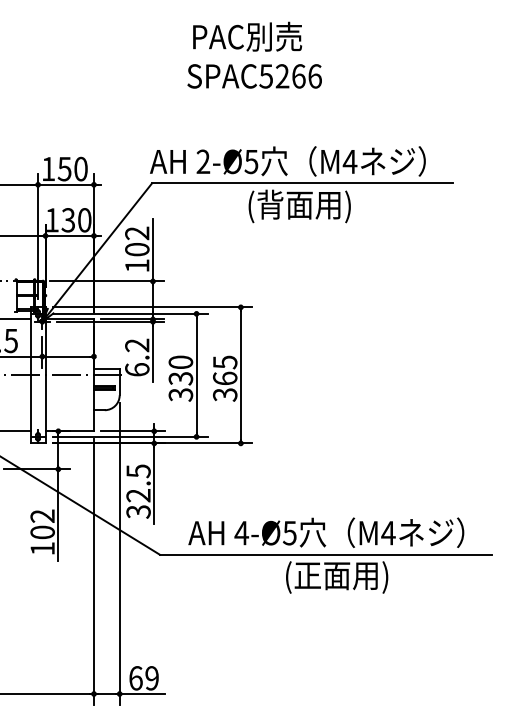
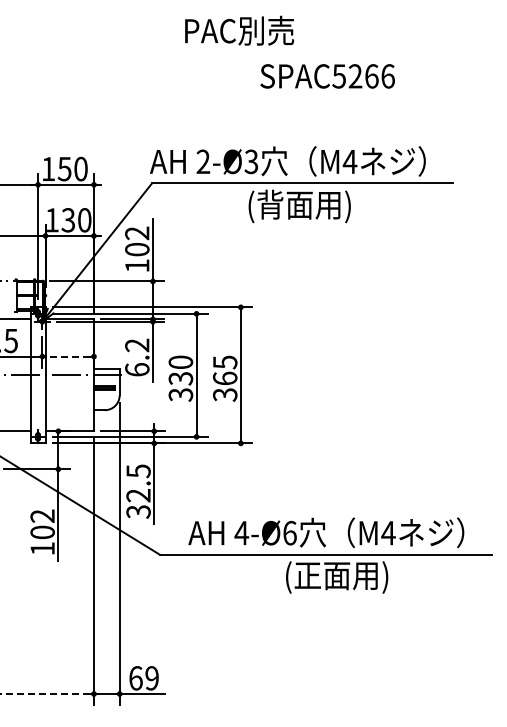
text at (247, 36) position: (247, 36) -> (239, 30)
text at (254, 76) position: (254, 76) -> (327, 76)
text at (251, 161): 2-Ø5 -> 2-Ø3
line at (67, 356): solid -> dashed
text at (289, 532): 4-Ø5 -> 4-Ø6
line at (45, 694): solid -> dashed
